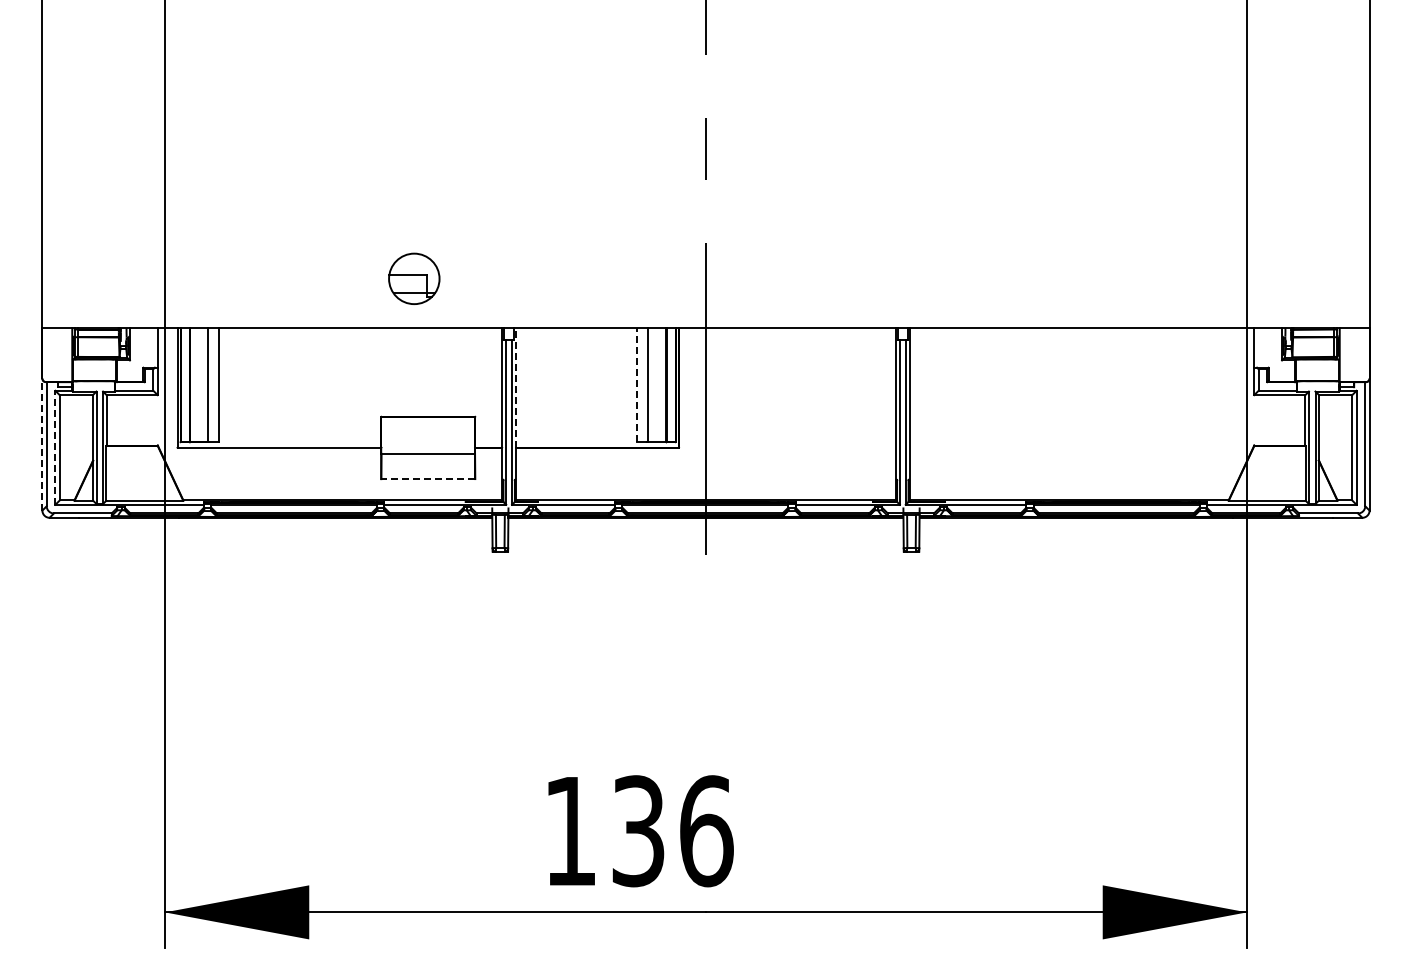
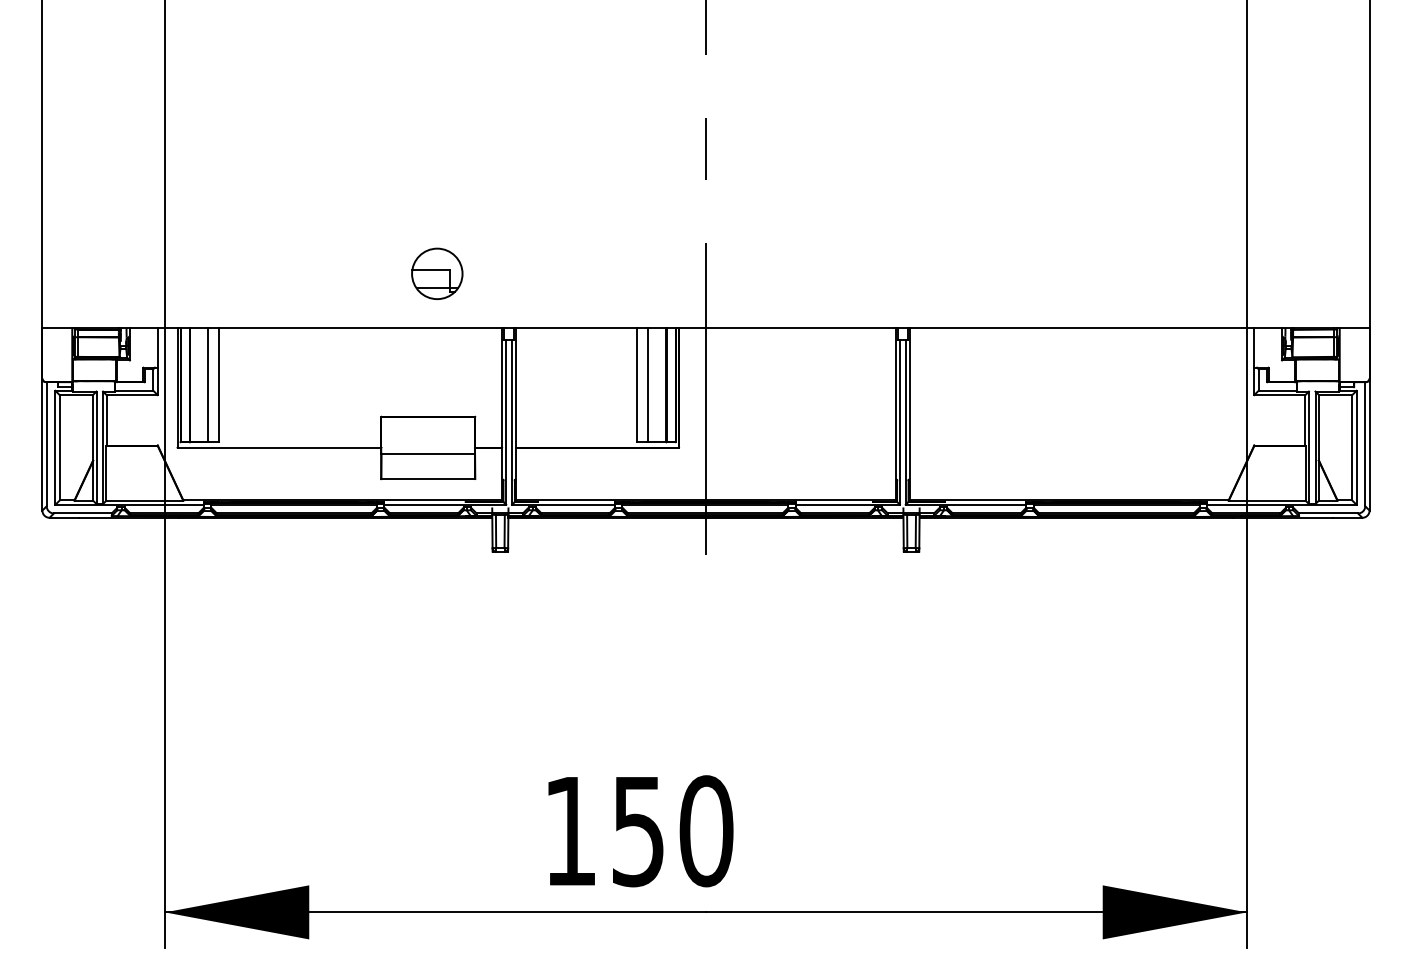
part at (414, 278) position: (414, 278) -> (437, 273)
line at (637, 384): dashed -> solid
line at (516, 387): dashed -> solid
line at (42, 444): dashed -> solid
line at (55, 447): dashed -> solid
line at (427, 479): dashed -> solid
text at (672, 831): 136 -> 150
